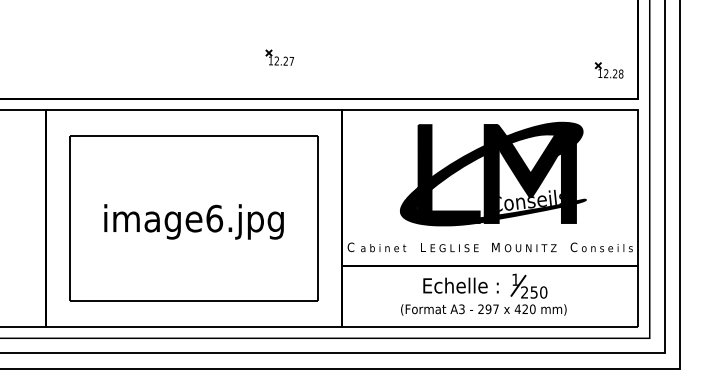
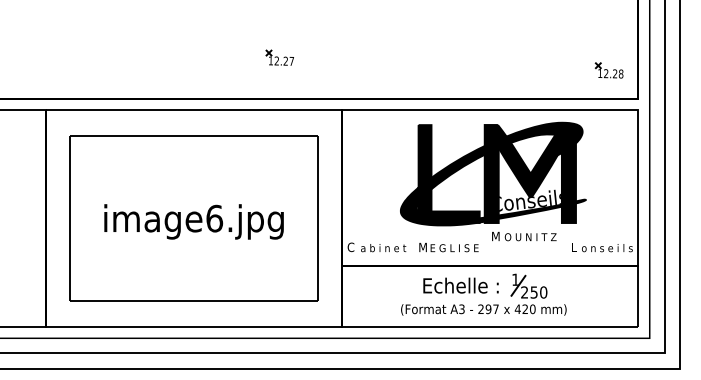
text at (422, 247): L -> M
text at (524, 247) position: (524, 247) -> (524, 236)
text at (573, 247): C -> L
